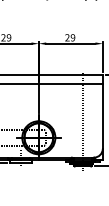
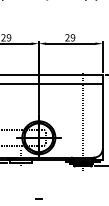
line at (38, 198): none -> present
